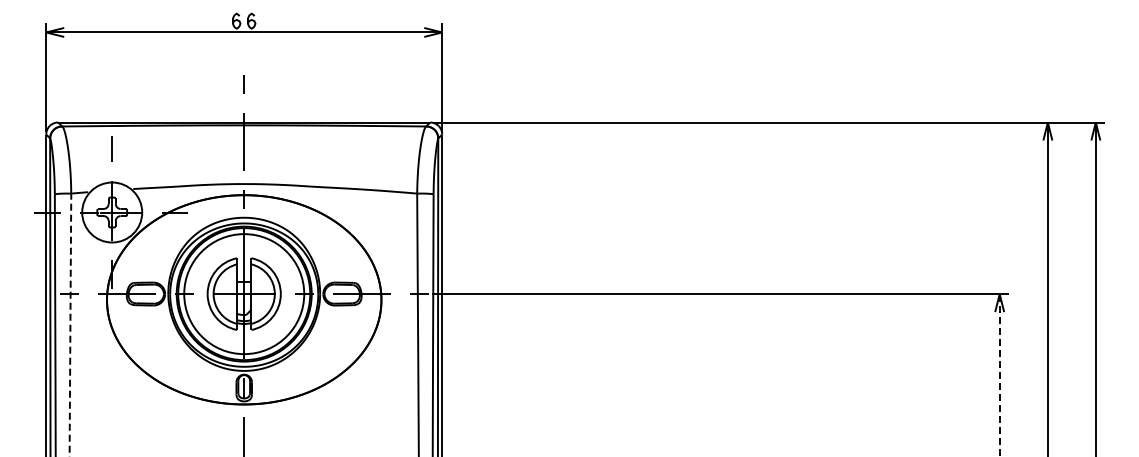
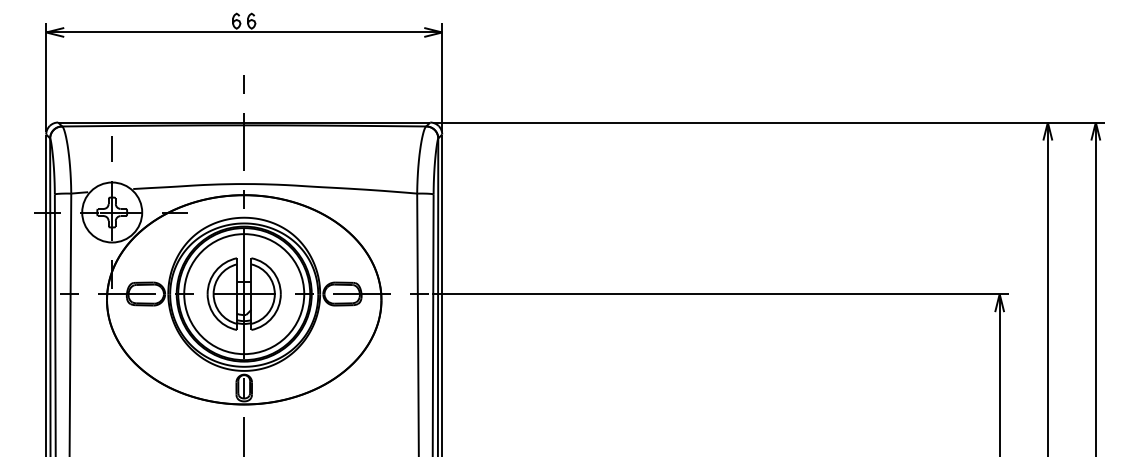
line at (70, 325): dashed -> solid
line at (999, 375): dashed -> solid
